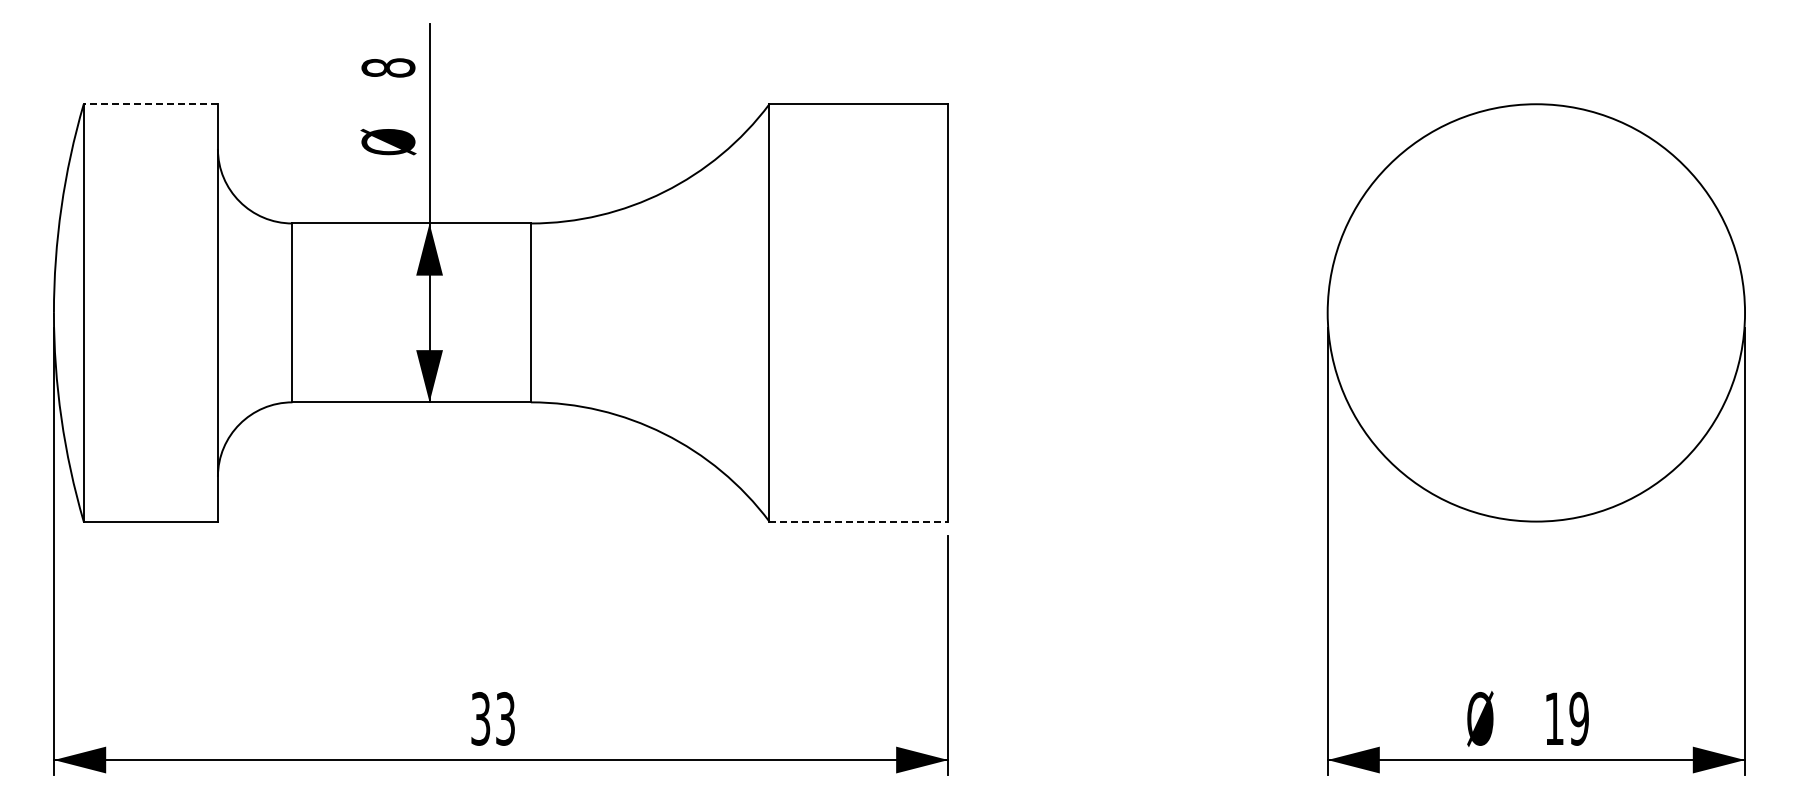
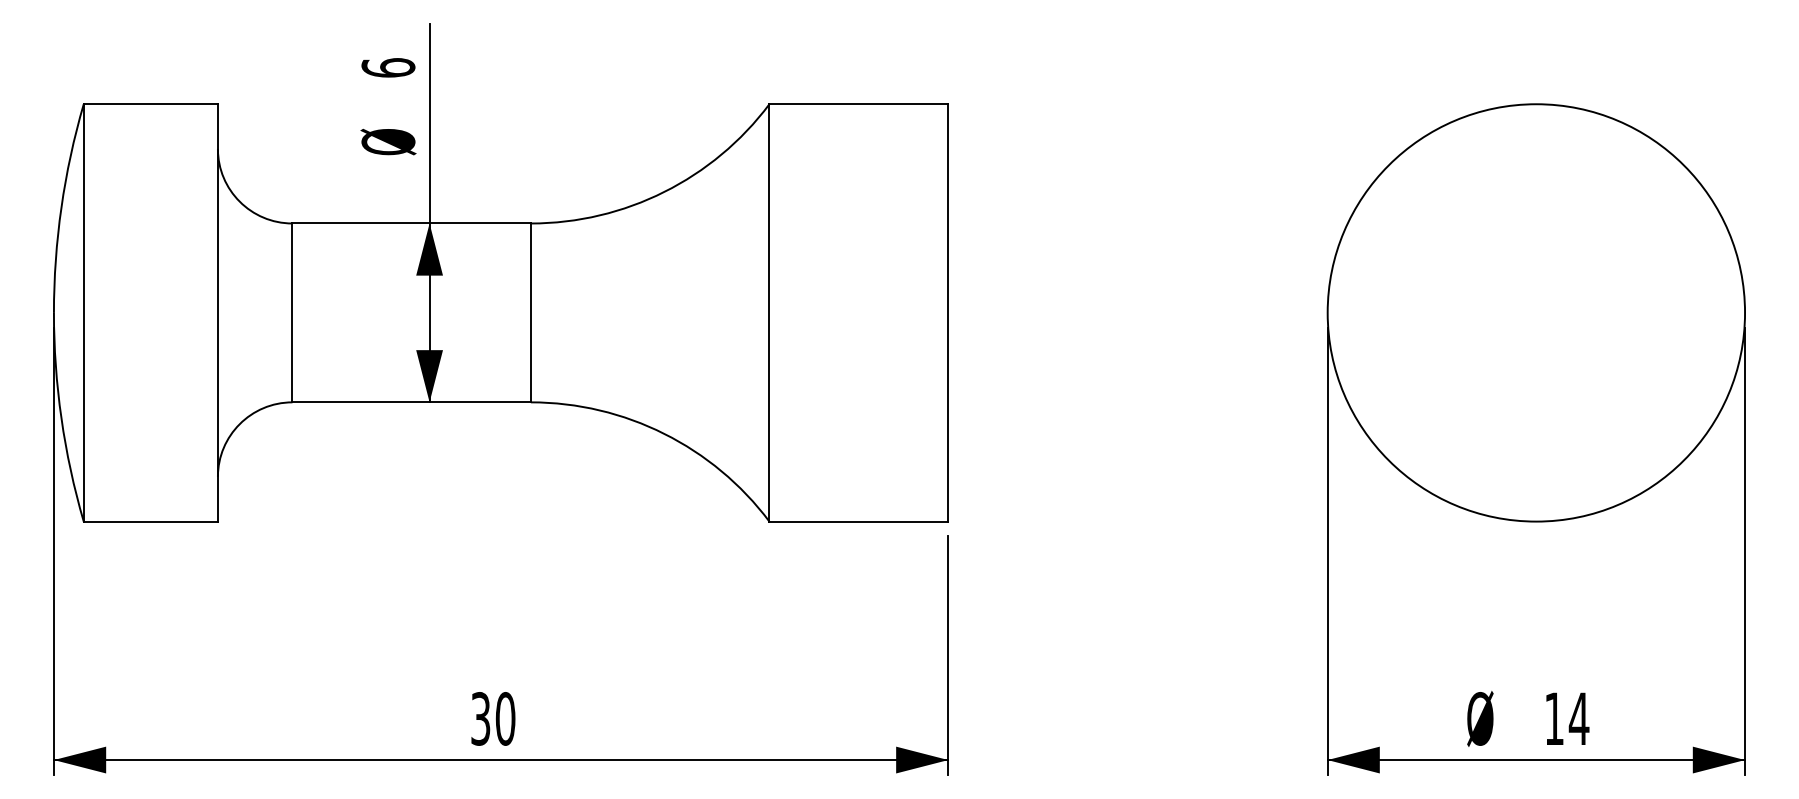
text at (388, 67): 8 -> 6
line at (150, 104): dashed -> solid
line at (859, 521): dashed -> solid
text at (505, 718): 33 -> 30
text at (1578, 718): 19 -> 14
